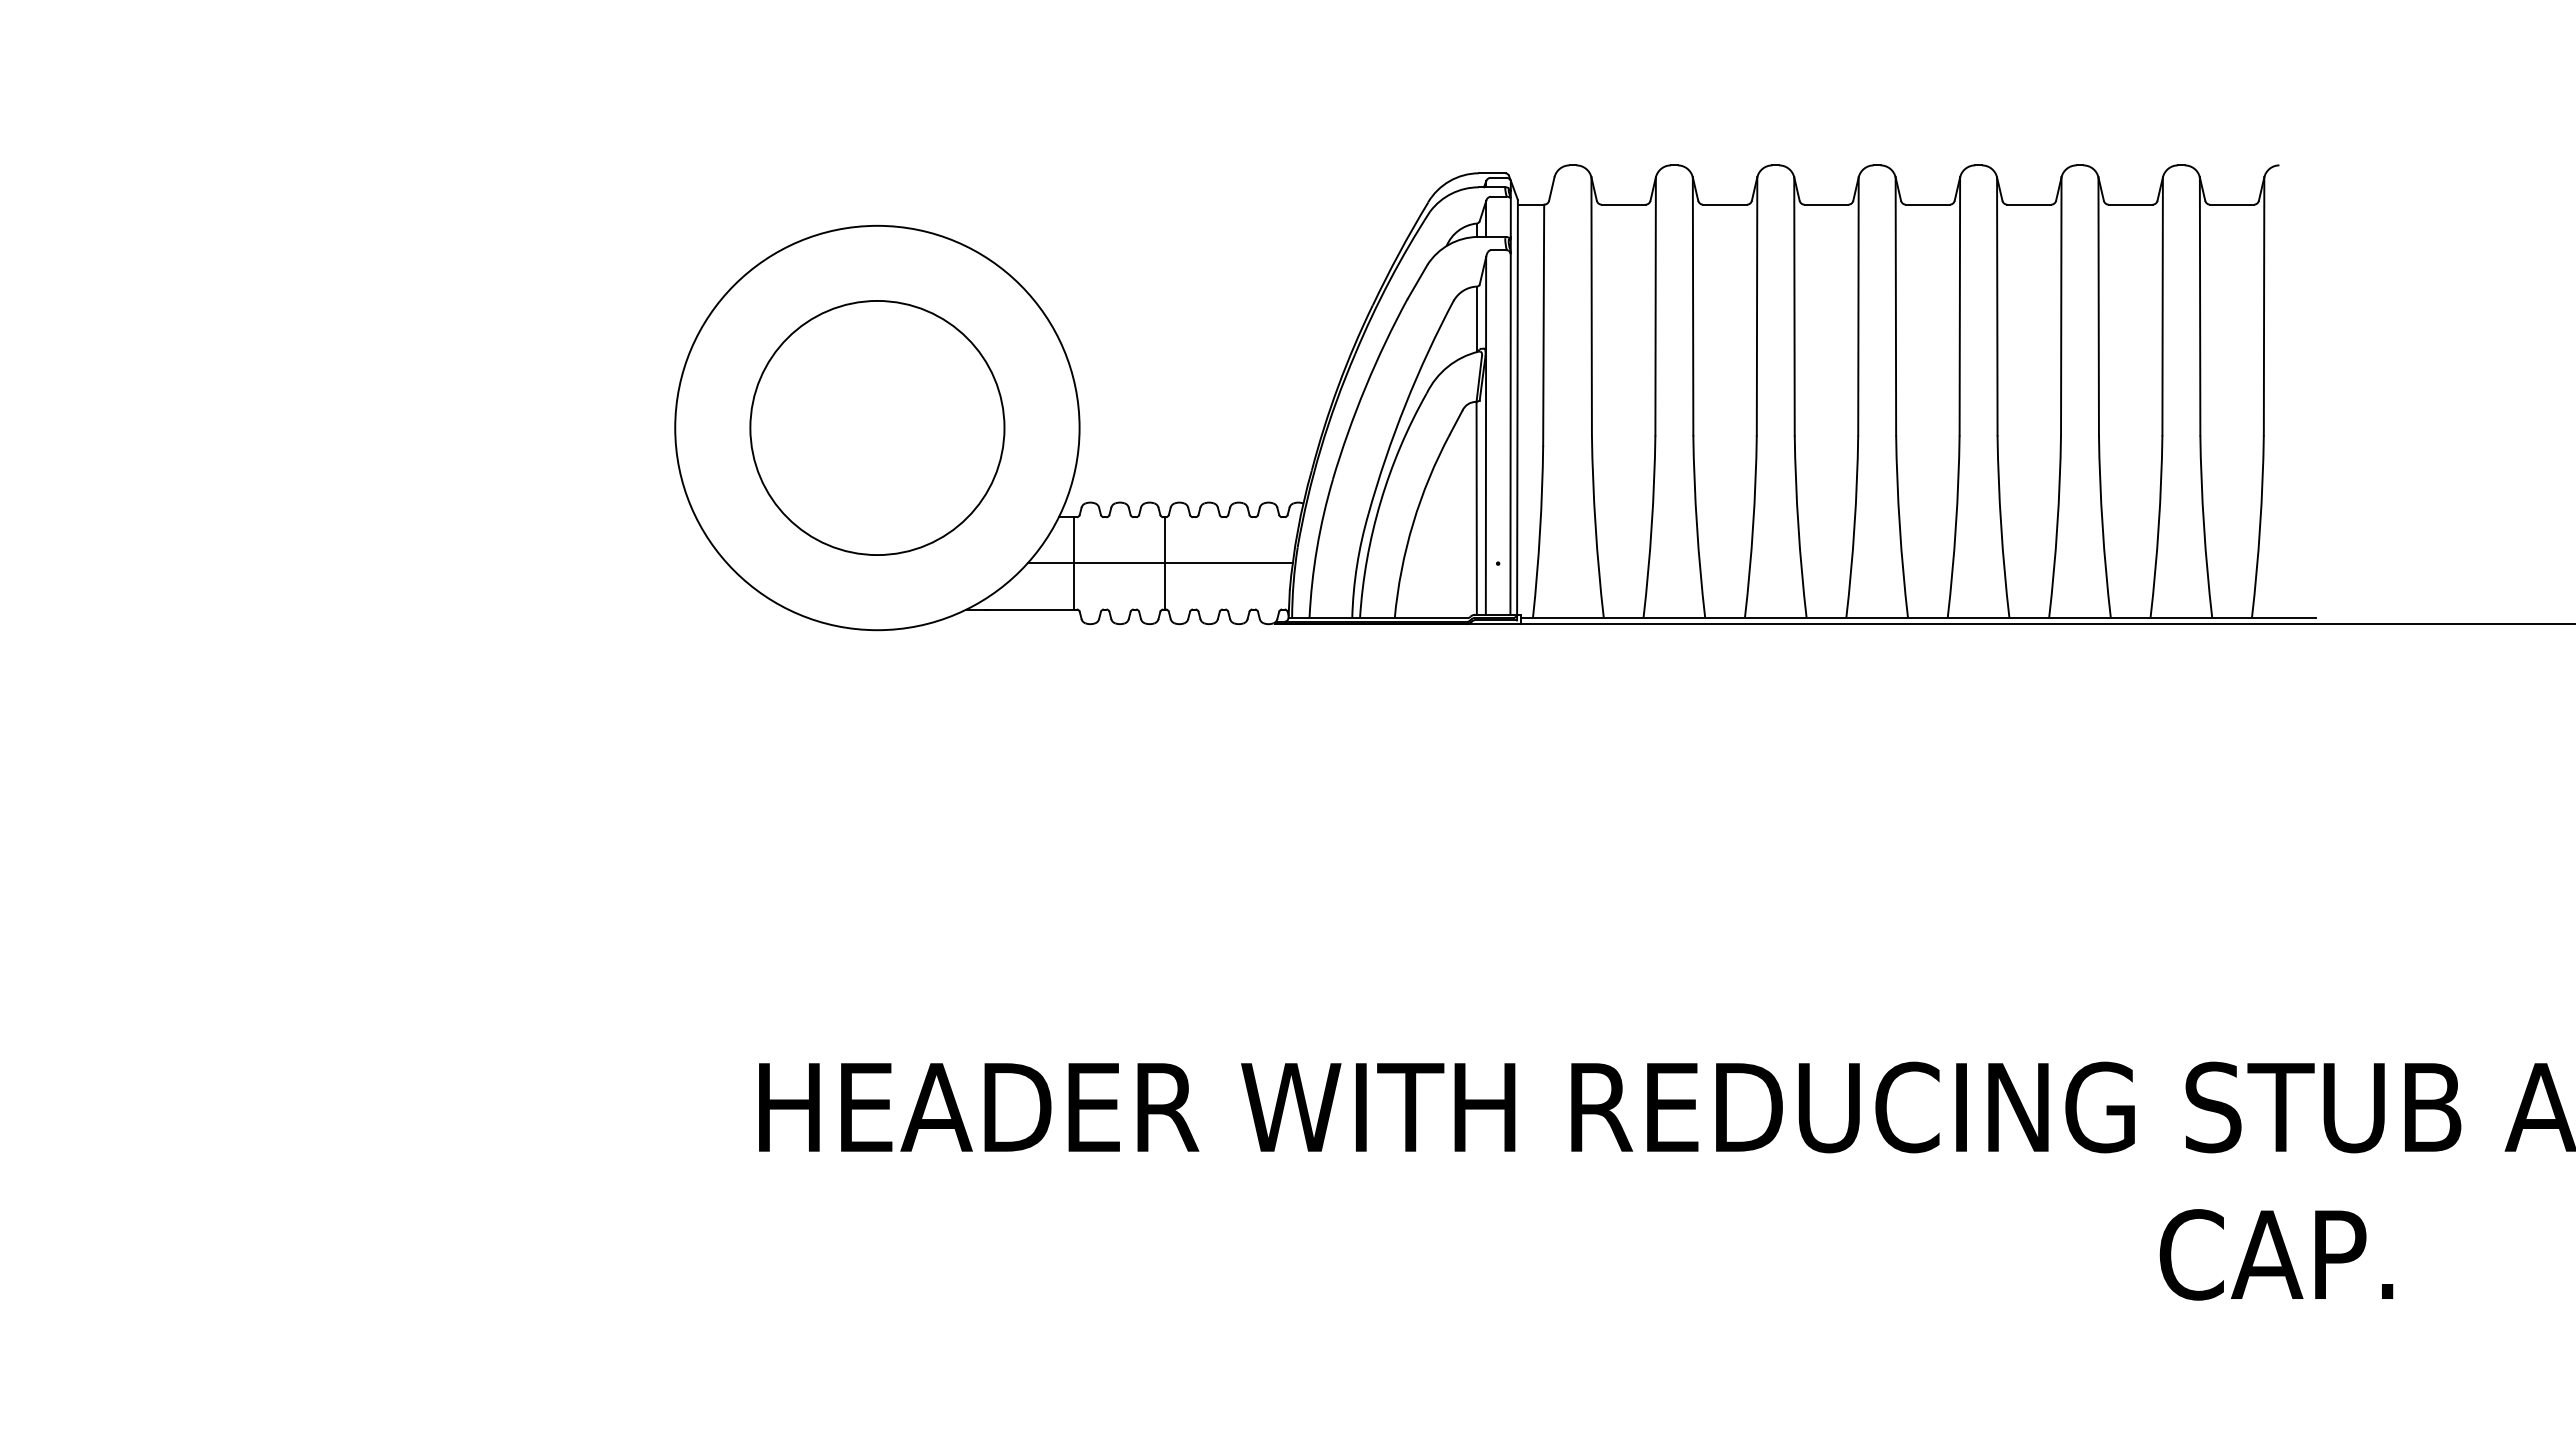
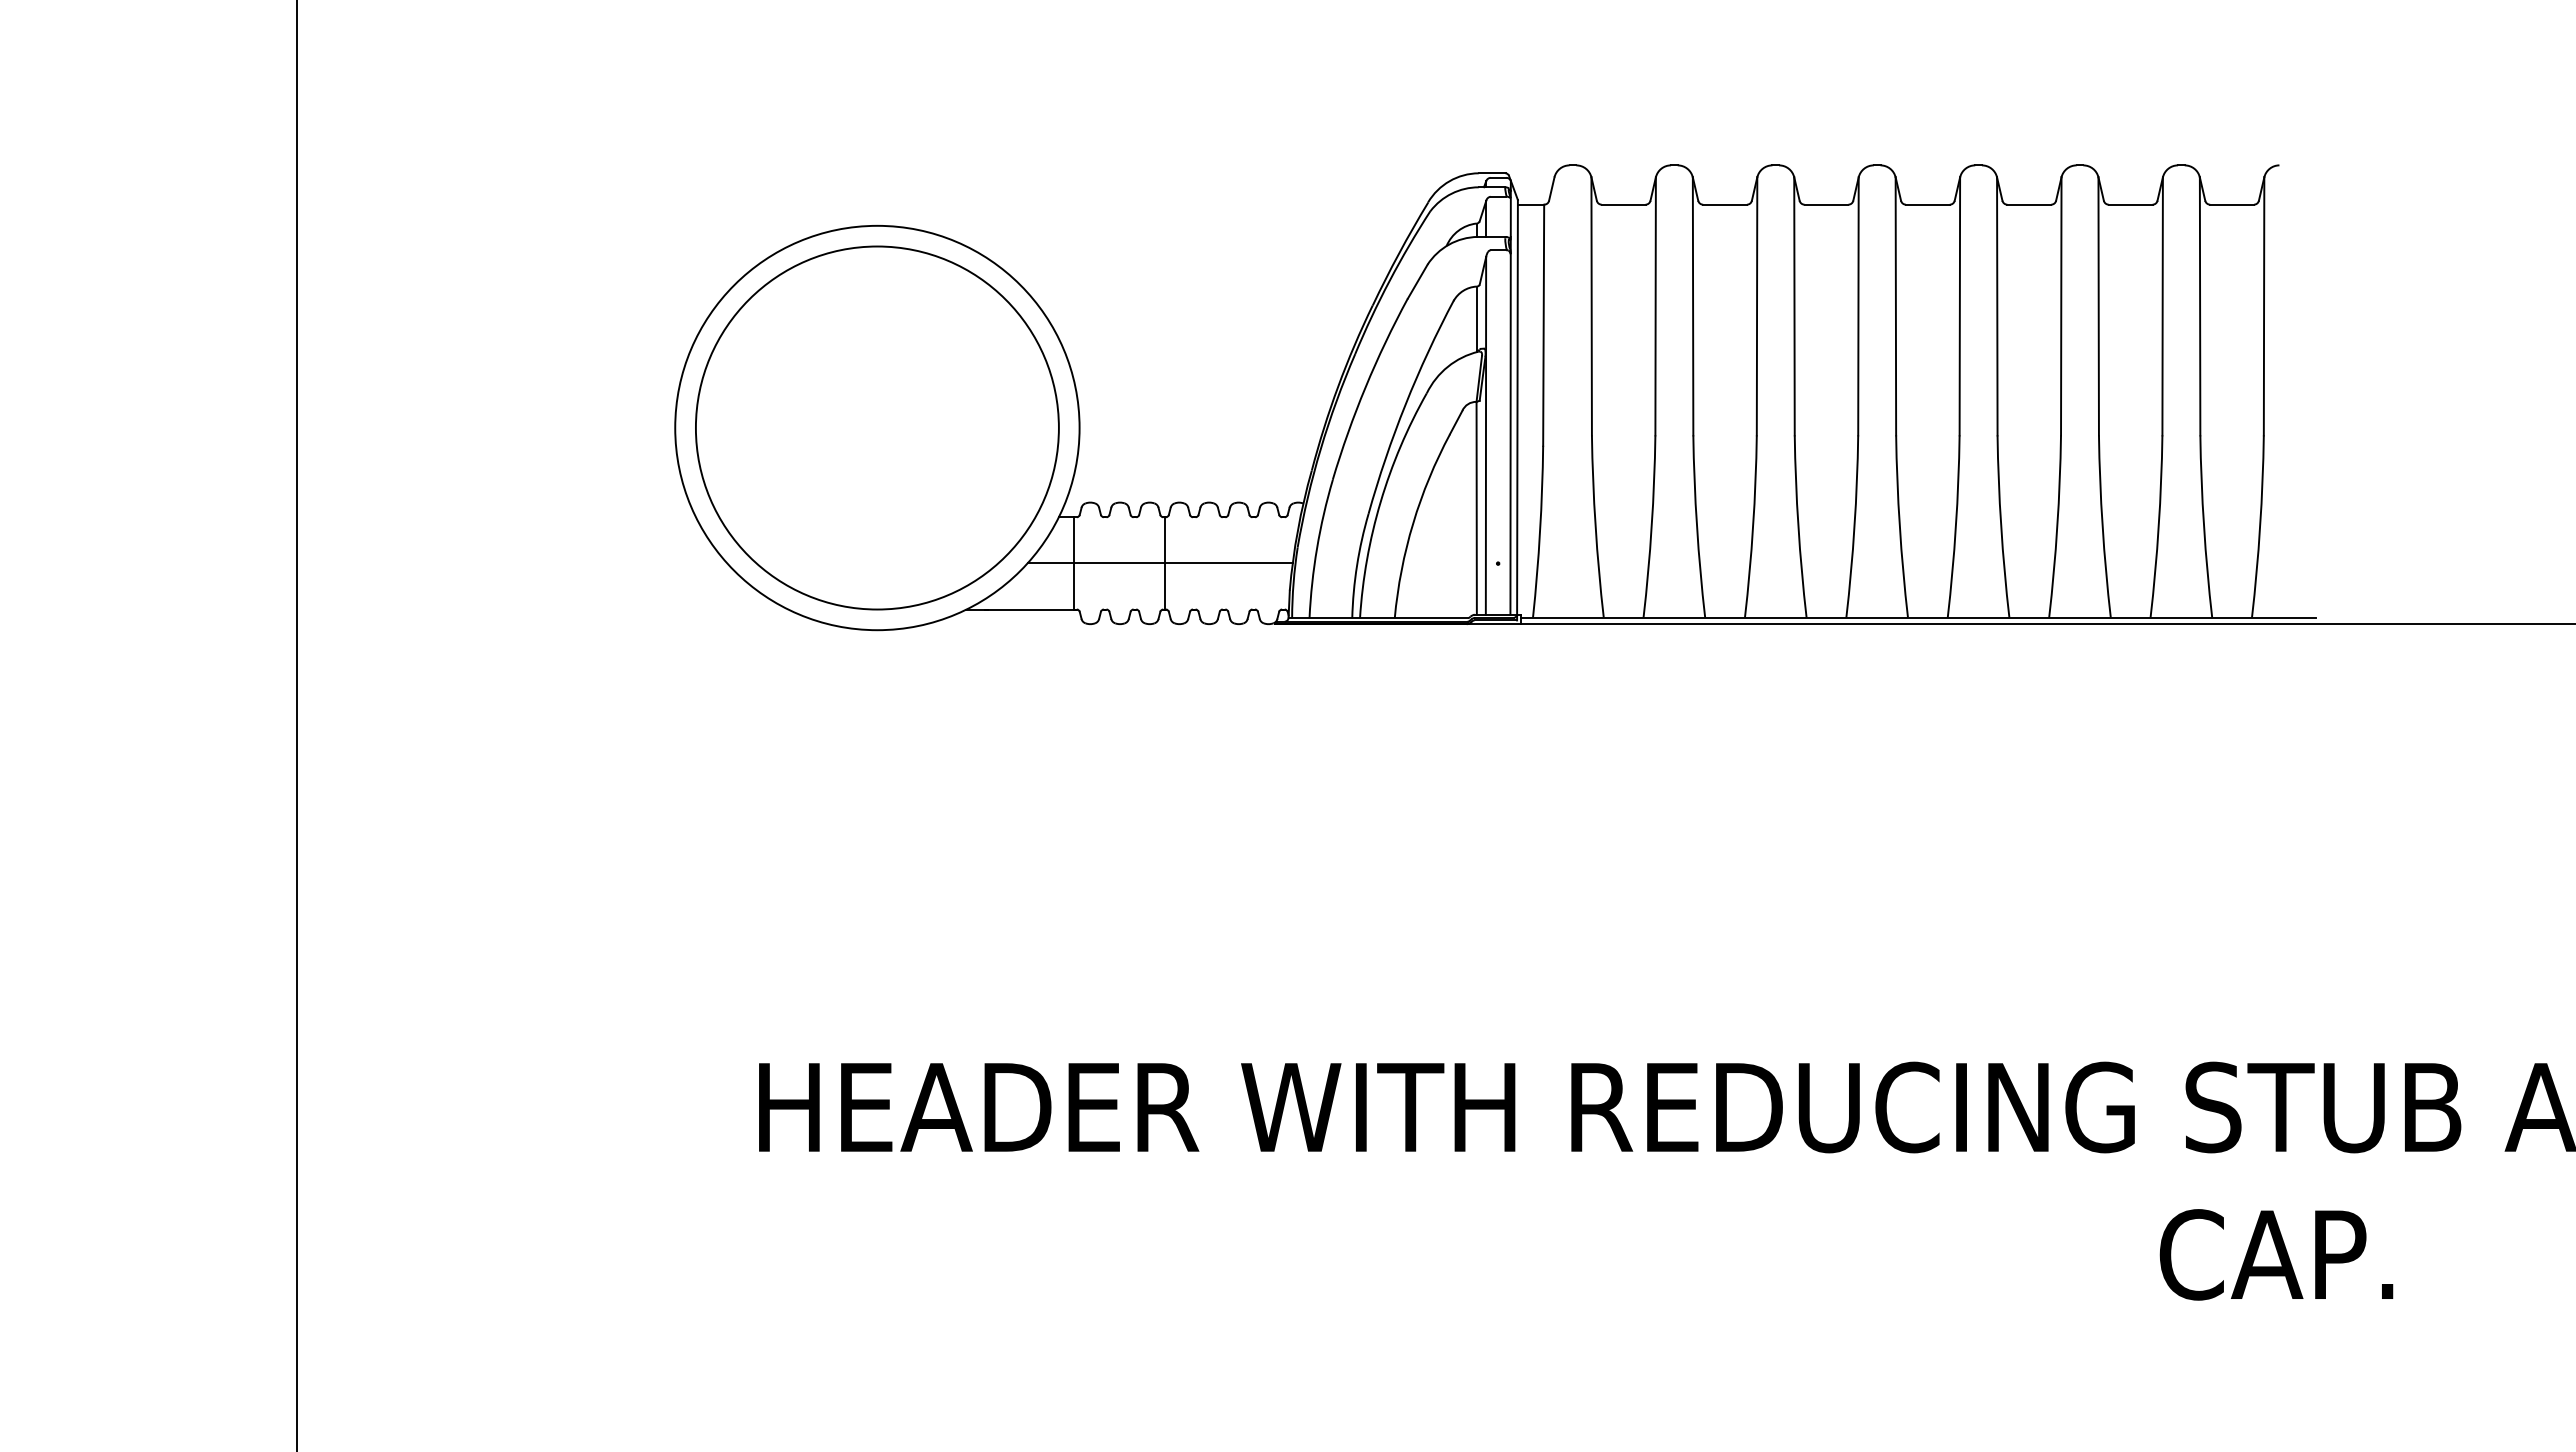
circle at (877, 427) size: 257x256 px -> 365x366 px
line at (296, 725): none -> present
